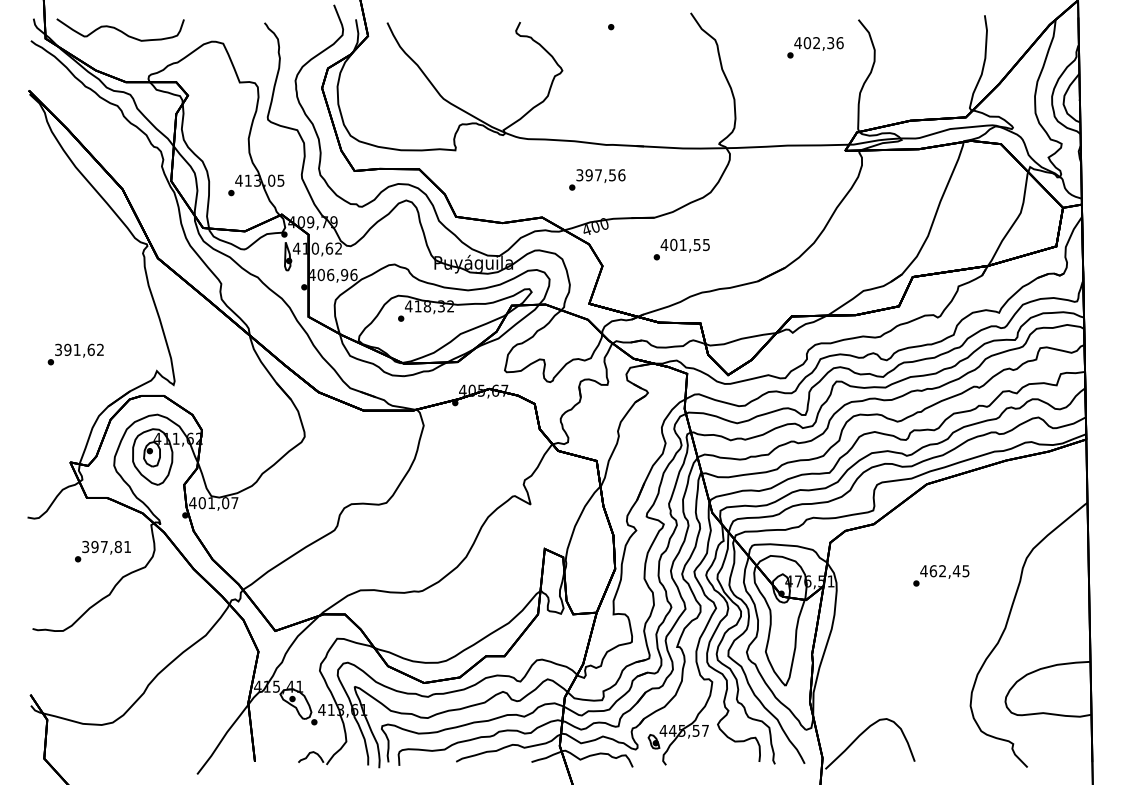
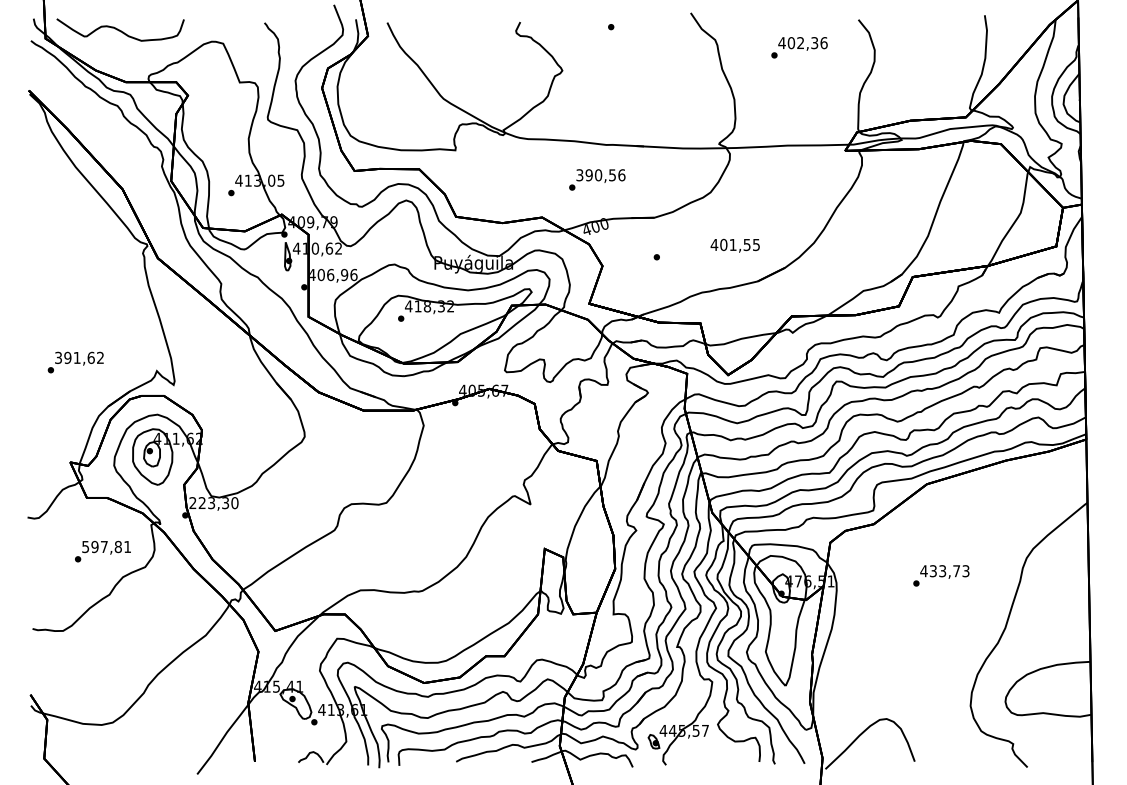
text at (815, 47) position: (815, 47) -> (799, 47)
text at (598, 175): 397,56 -> 390,56
text at (684, 245) position: (684, 245) -> (734, 245)
text at (75, 354) position: (75, 354) -> (75, 362)
text at (213, 503): 401,07 -> 223,30
text at (85, 546): 397,81 -> 597,81
text at (949, 571): 462,45 -> 433,73
